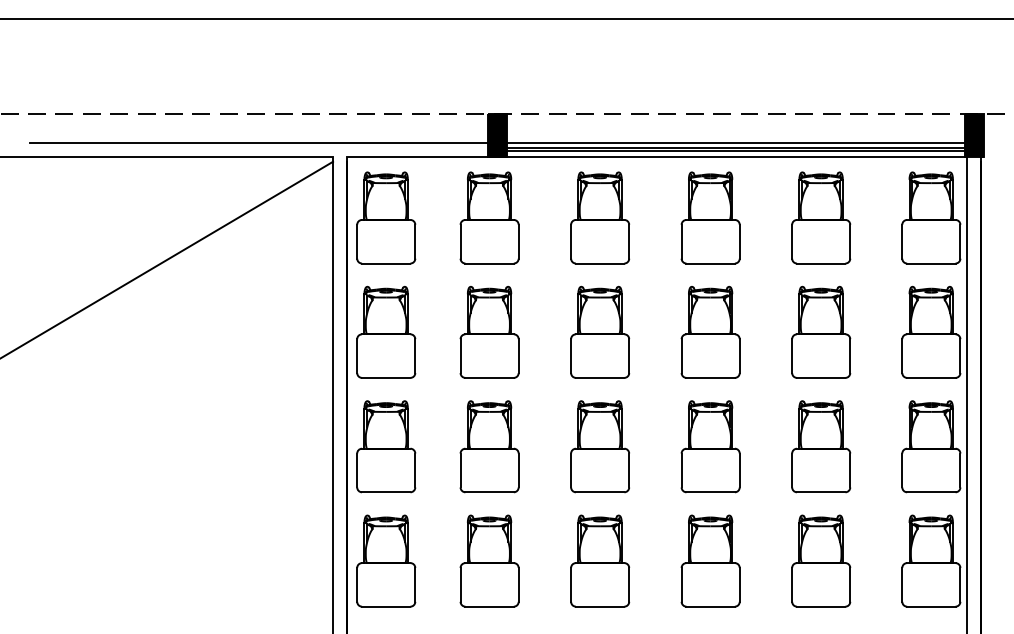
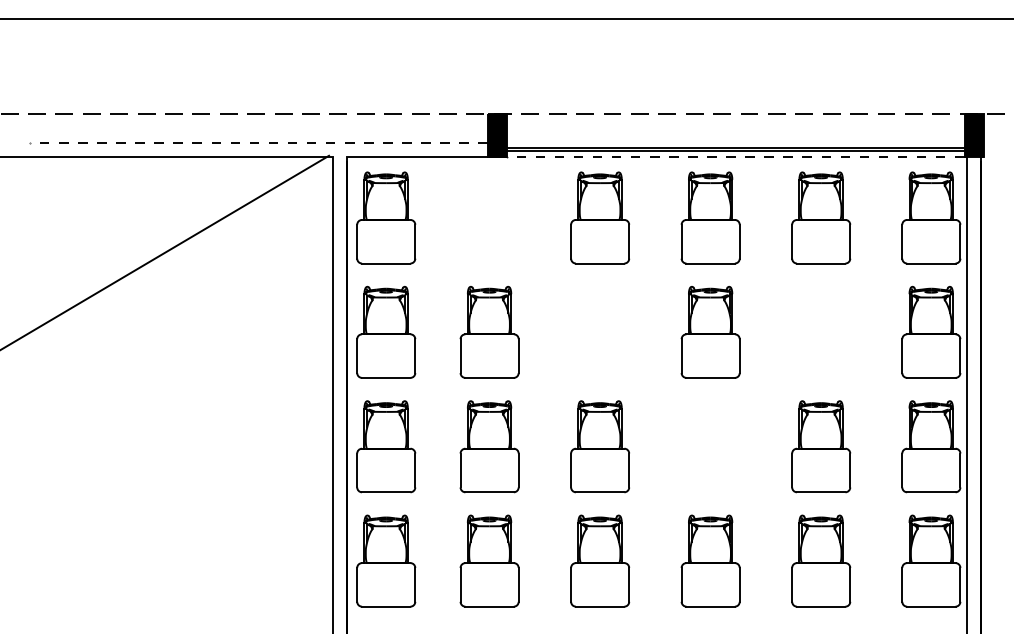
line at (259, 142): solid -> dashed
line at (735, 142): present -> none
line at (735, 157): solid -> dashed
part at (489, 217): present -> none
line at (167, 259) position: (167, 259) -> (165, 251)
part at (600, 331): present -> none
part at (821, 331): present -> none
part at (710, 446): present -> none
